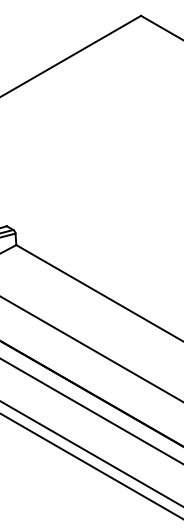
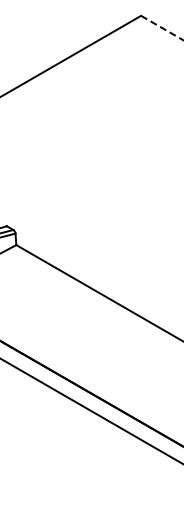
line at (162, 28): solid -> dashed
line at (91, 348): present -> none
line at (91, 453): present -> none
line at (91, 465): present -> none
